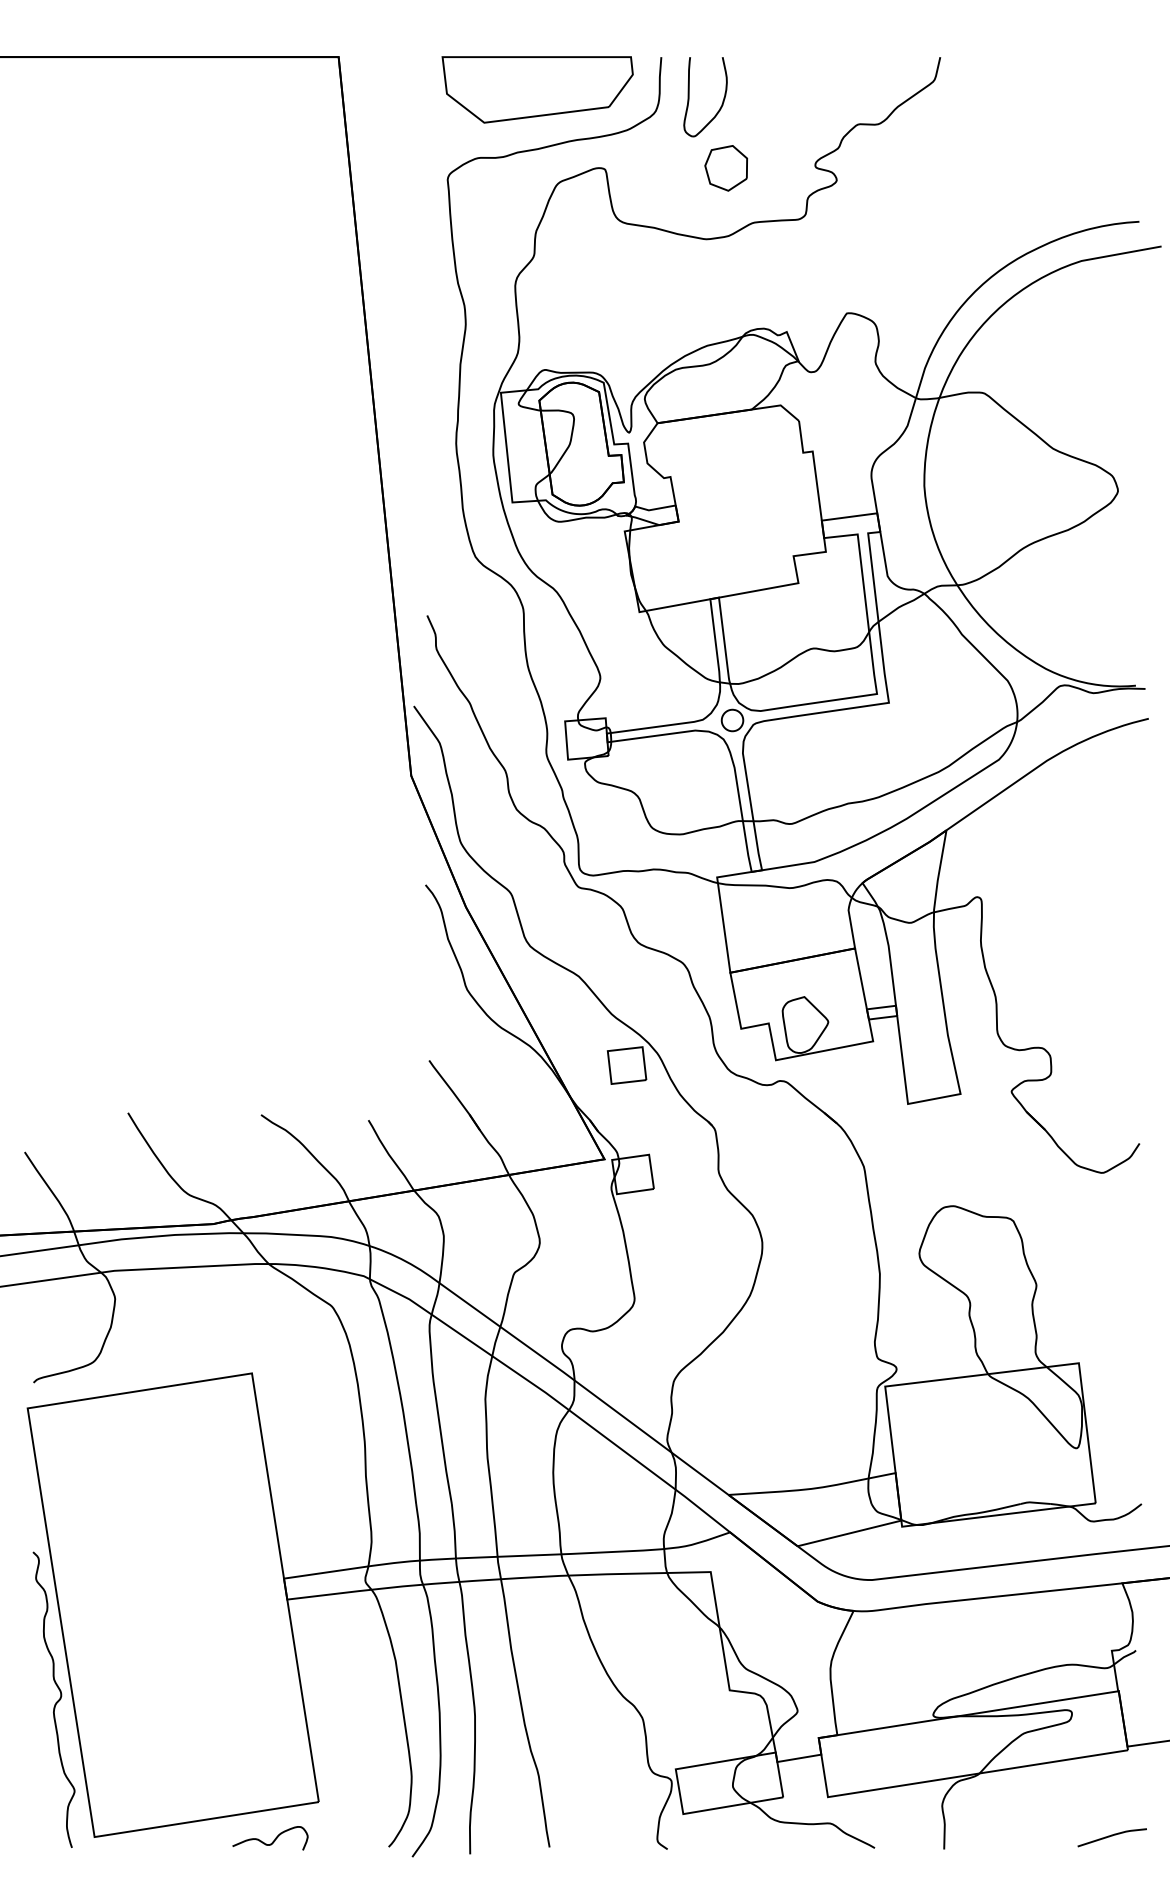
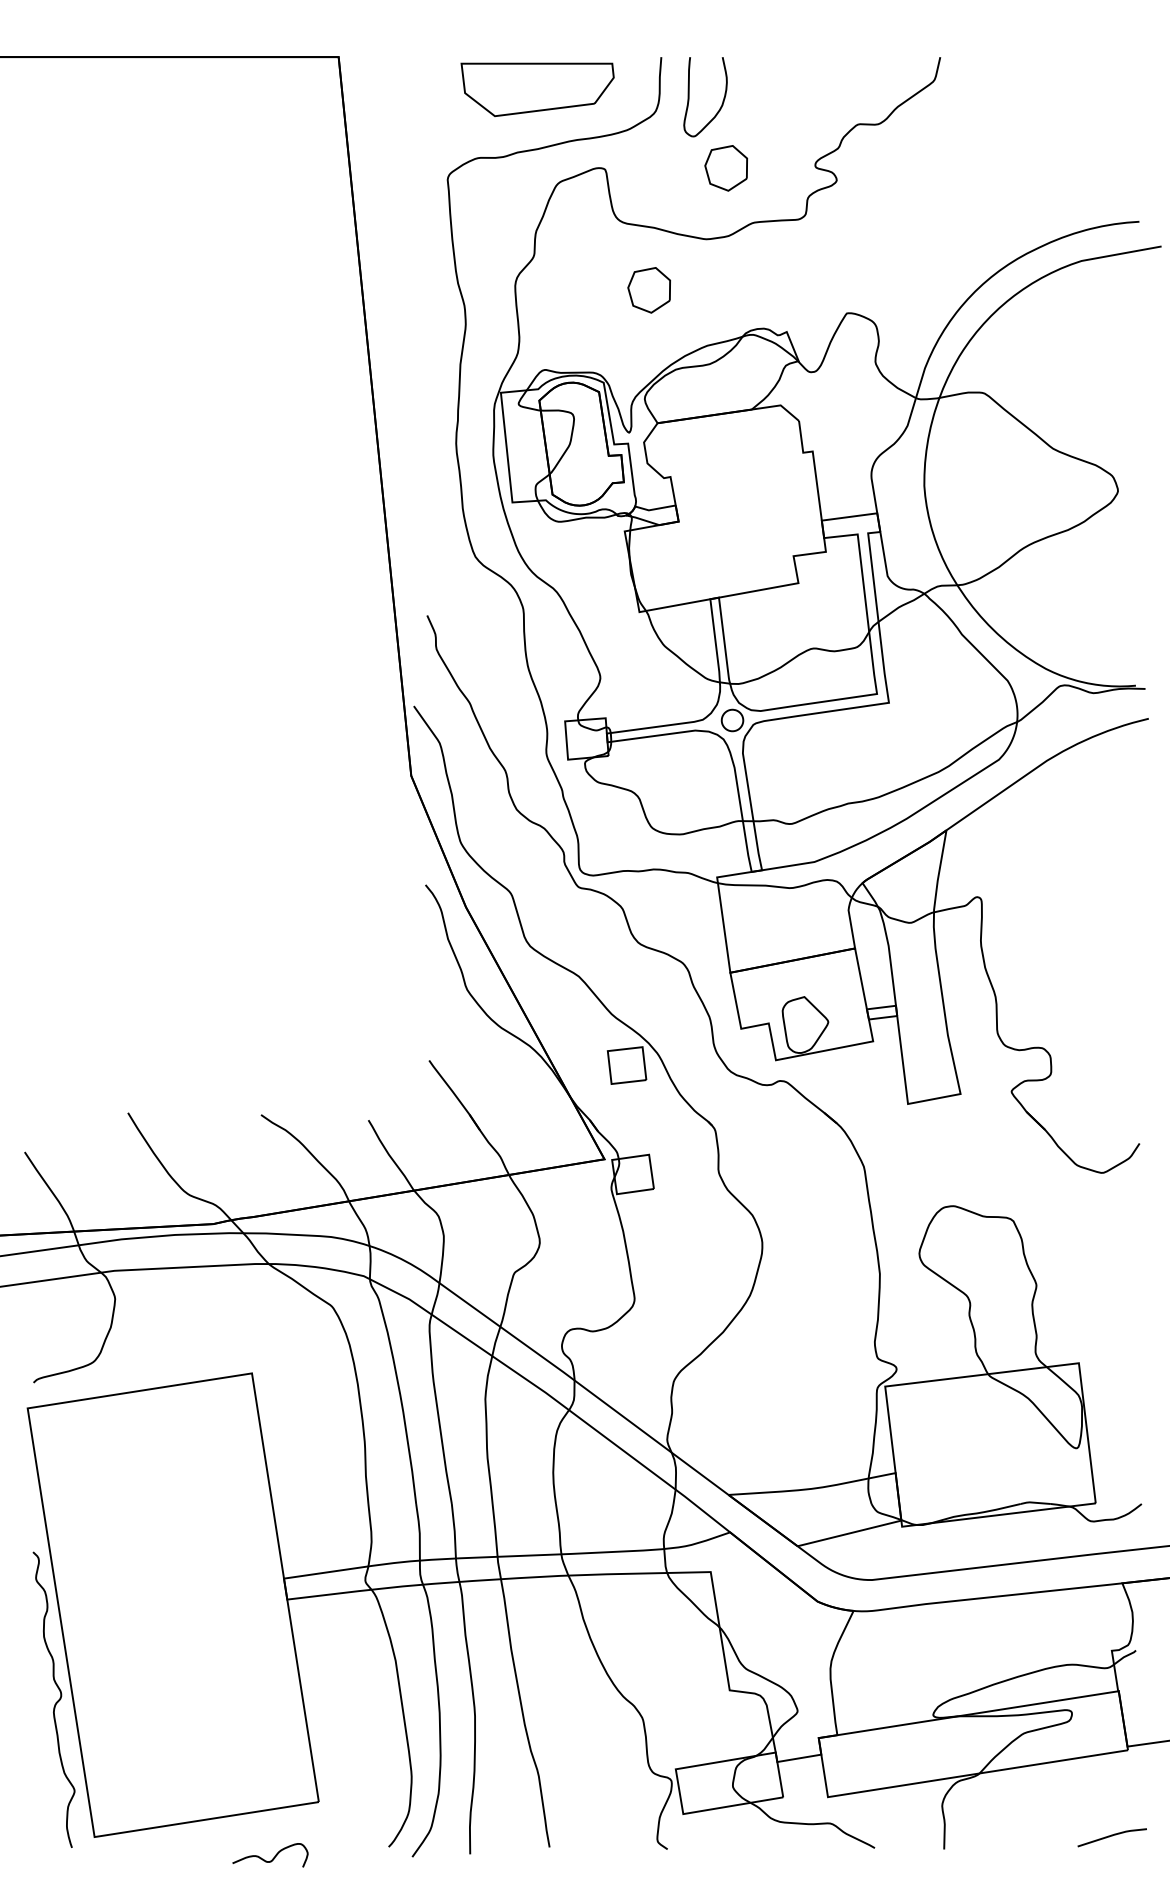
part at (537, 89) size: 193x68 px -> 155x55 px
part at (648, 290): none -> present
curve at (273, 1840) position: (273, 1840) -> (273, 1857)
